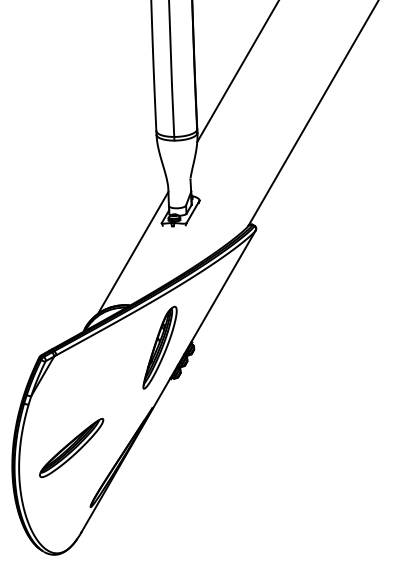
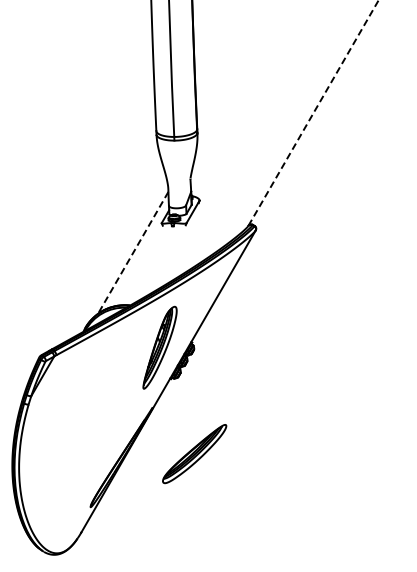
line at (237, 71): present -> none
line at (313, 112): solid -> dashed
line at (133, 253): solid -> dashed
part at (71, 448) position: (71, 448) -> (194, 454)
